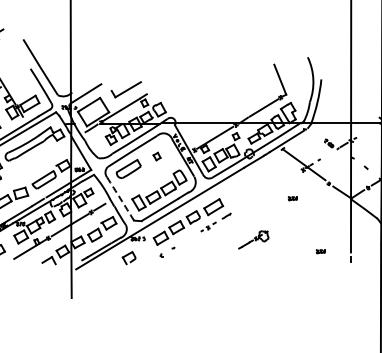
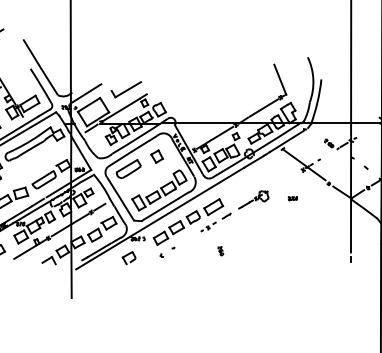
part at (156, 156) size: 10x11 px -> 14x15 px
arc at (120, 198): dashed -> solid
part at (253, 239) position: (253, 239) -> (253, 199)
part at (220, 251): none -> present
part at (320, 251): present -> none
